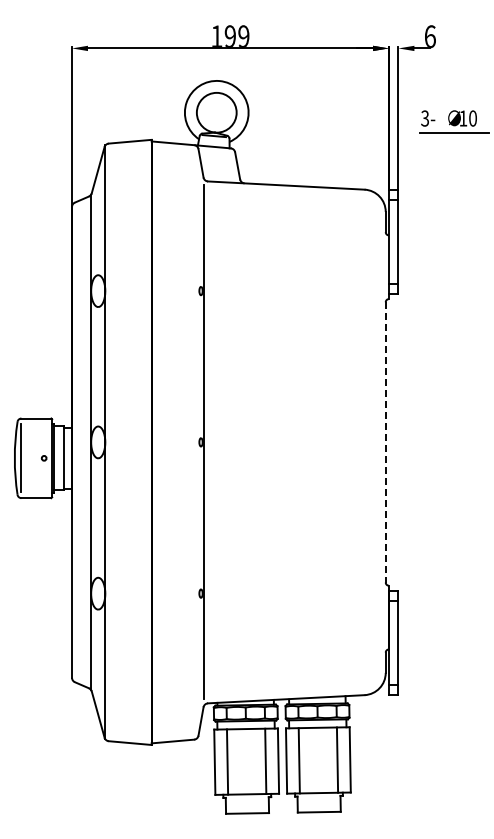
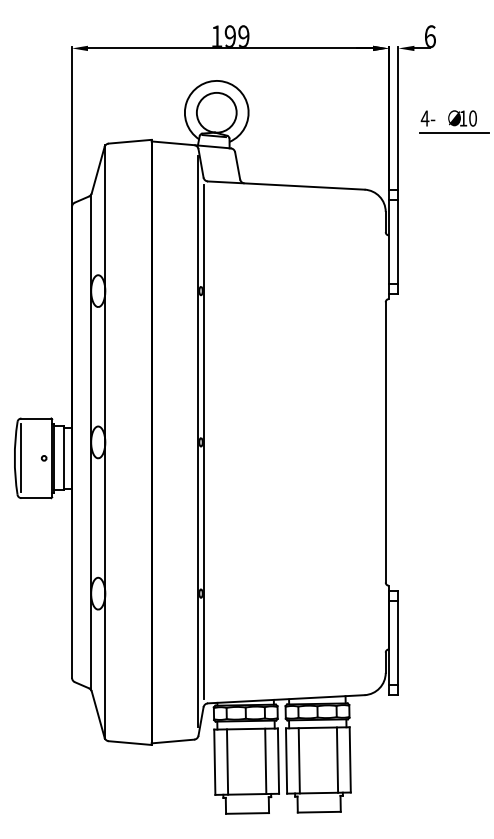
text at (424, 118): 3- -> 4-
line at (197, 441): none -> present
line at (385, 442): dashed -> solid
